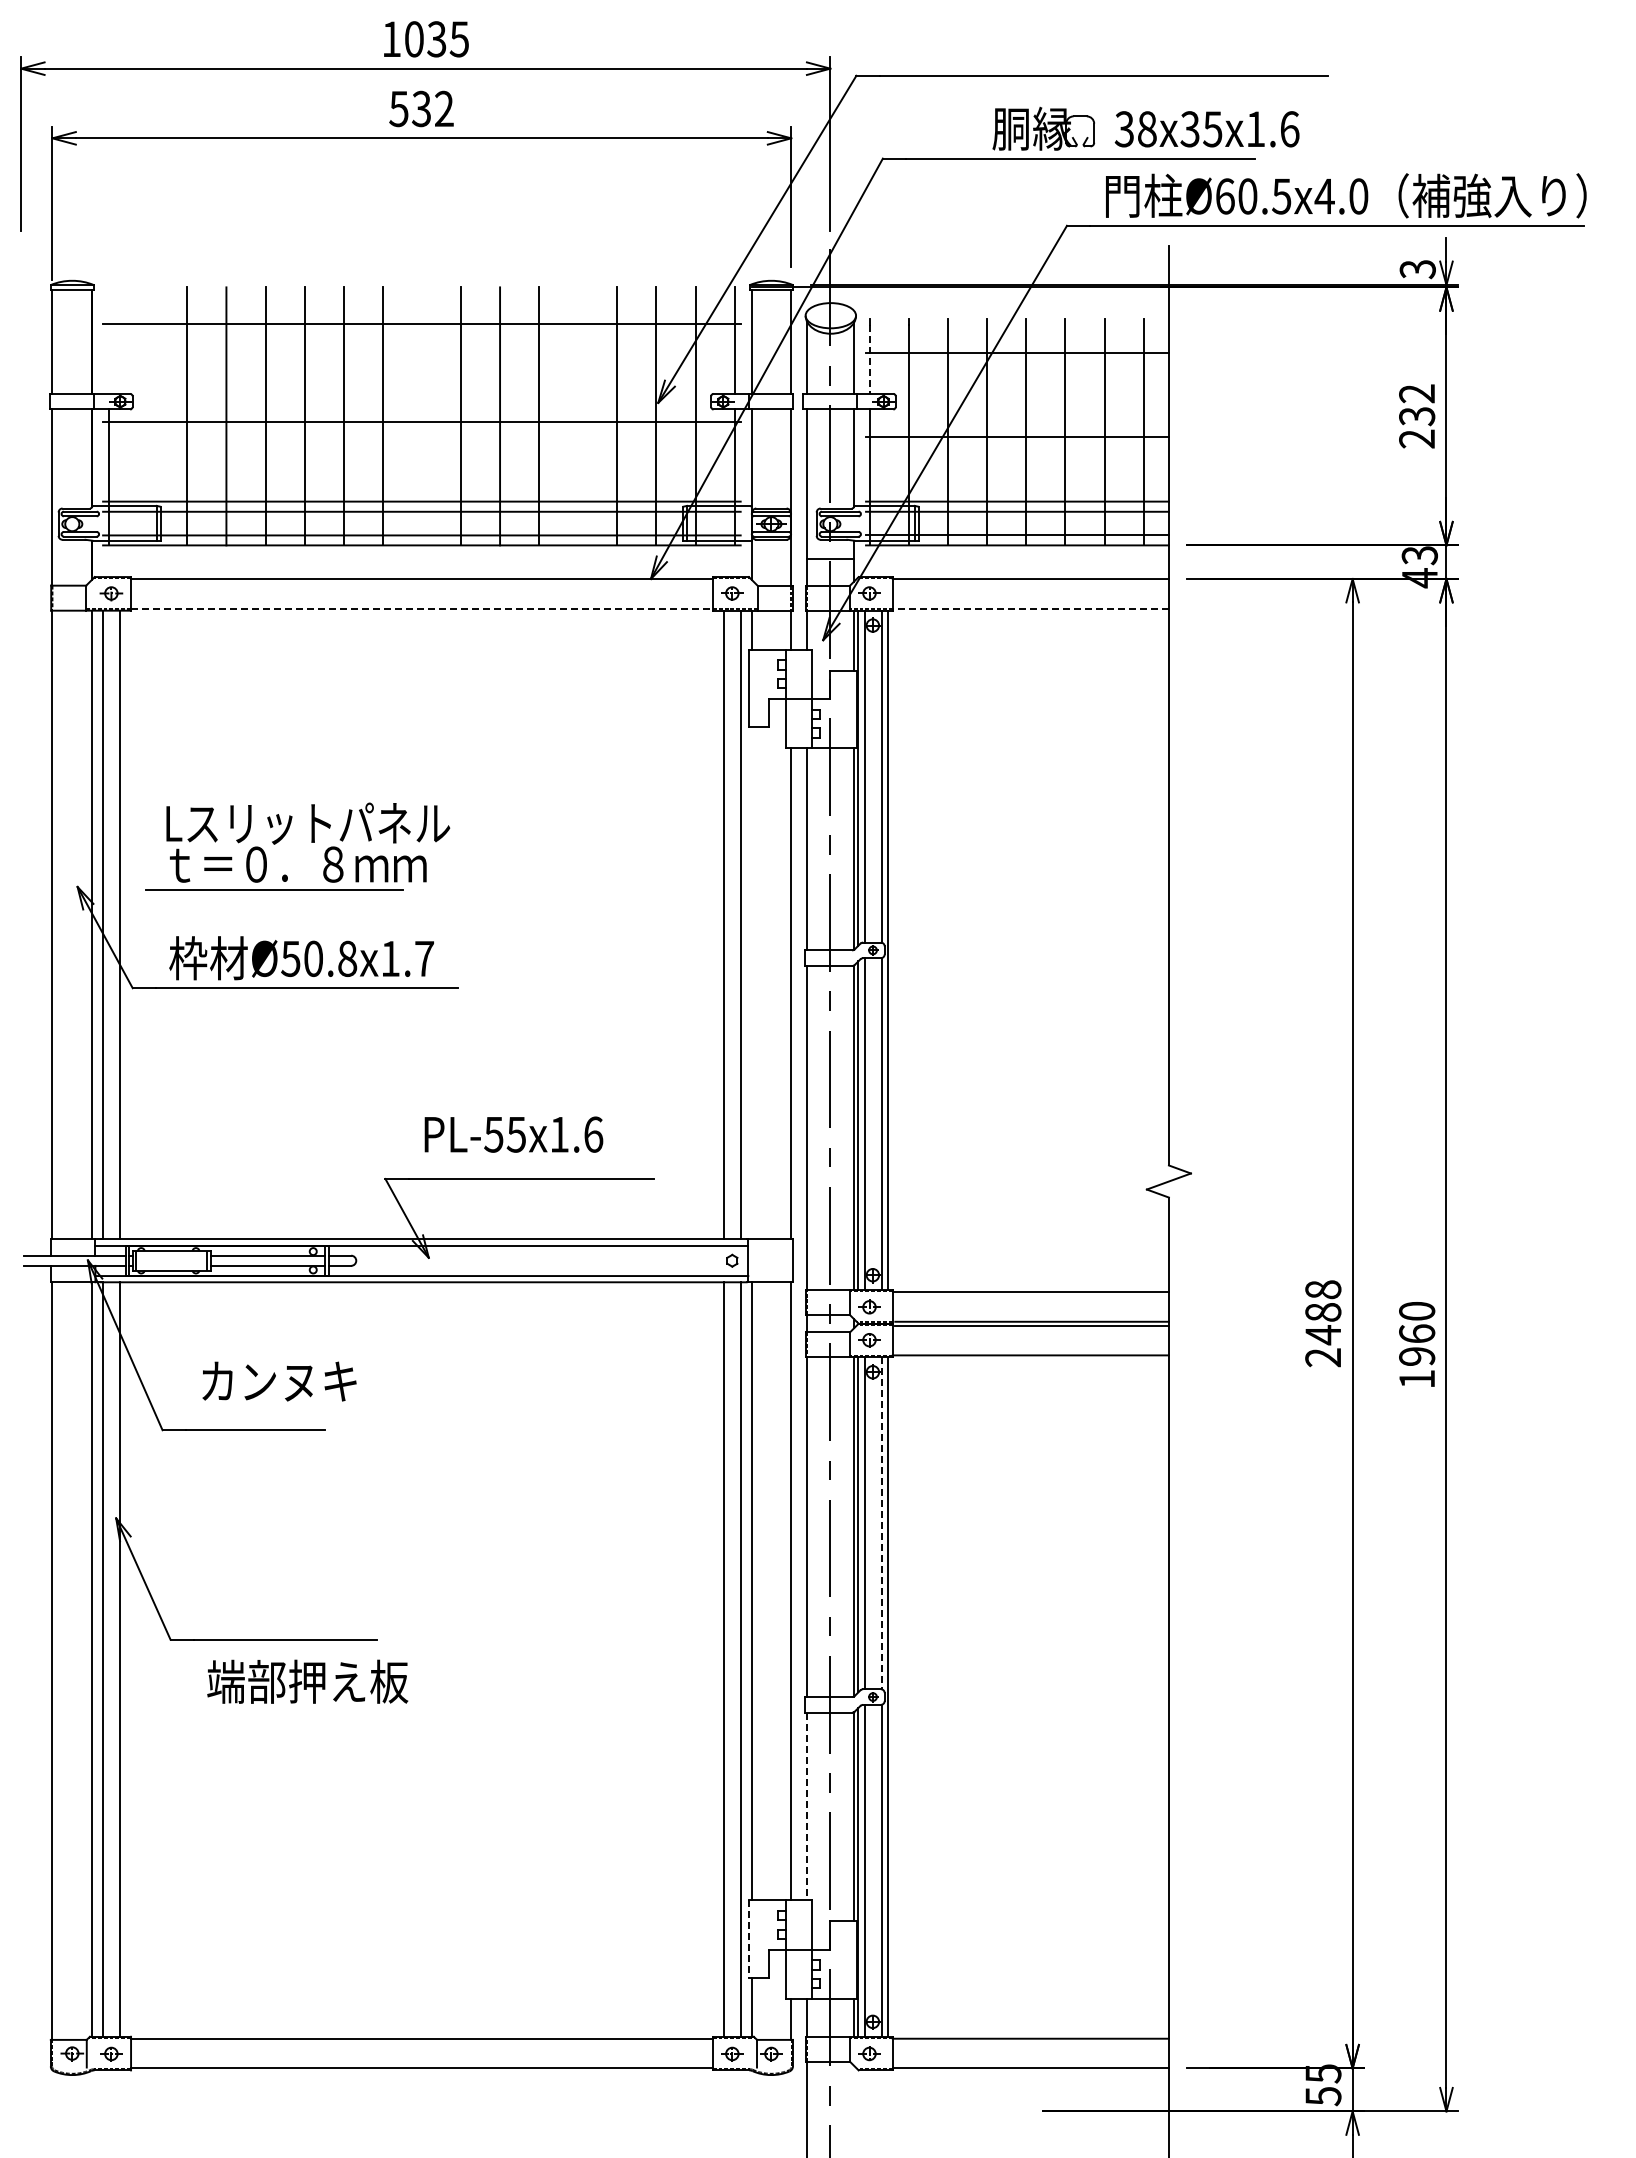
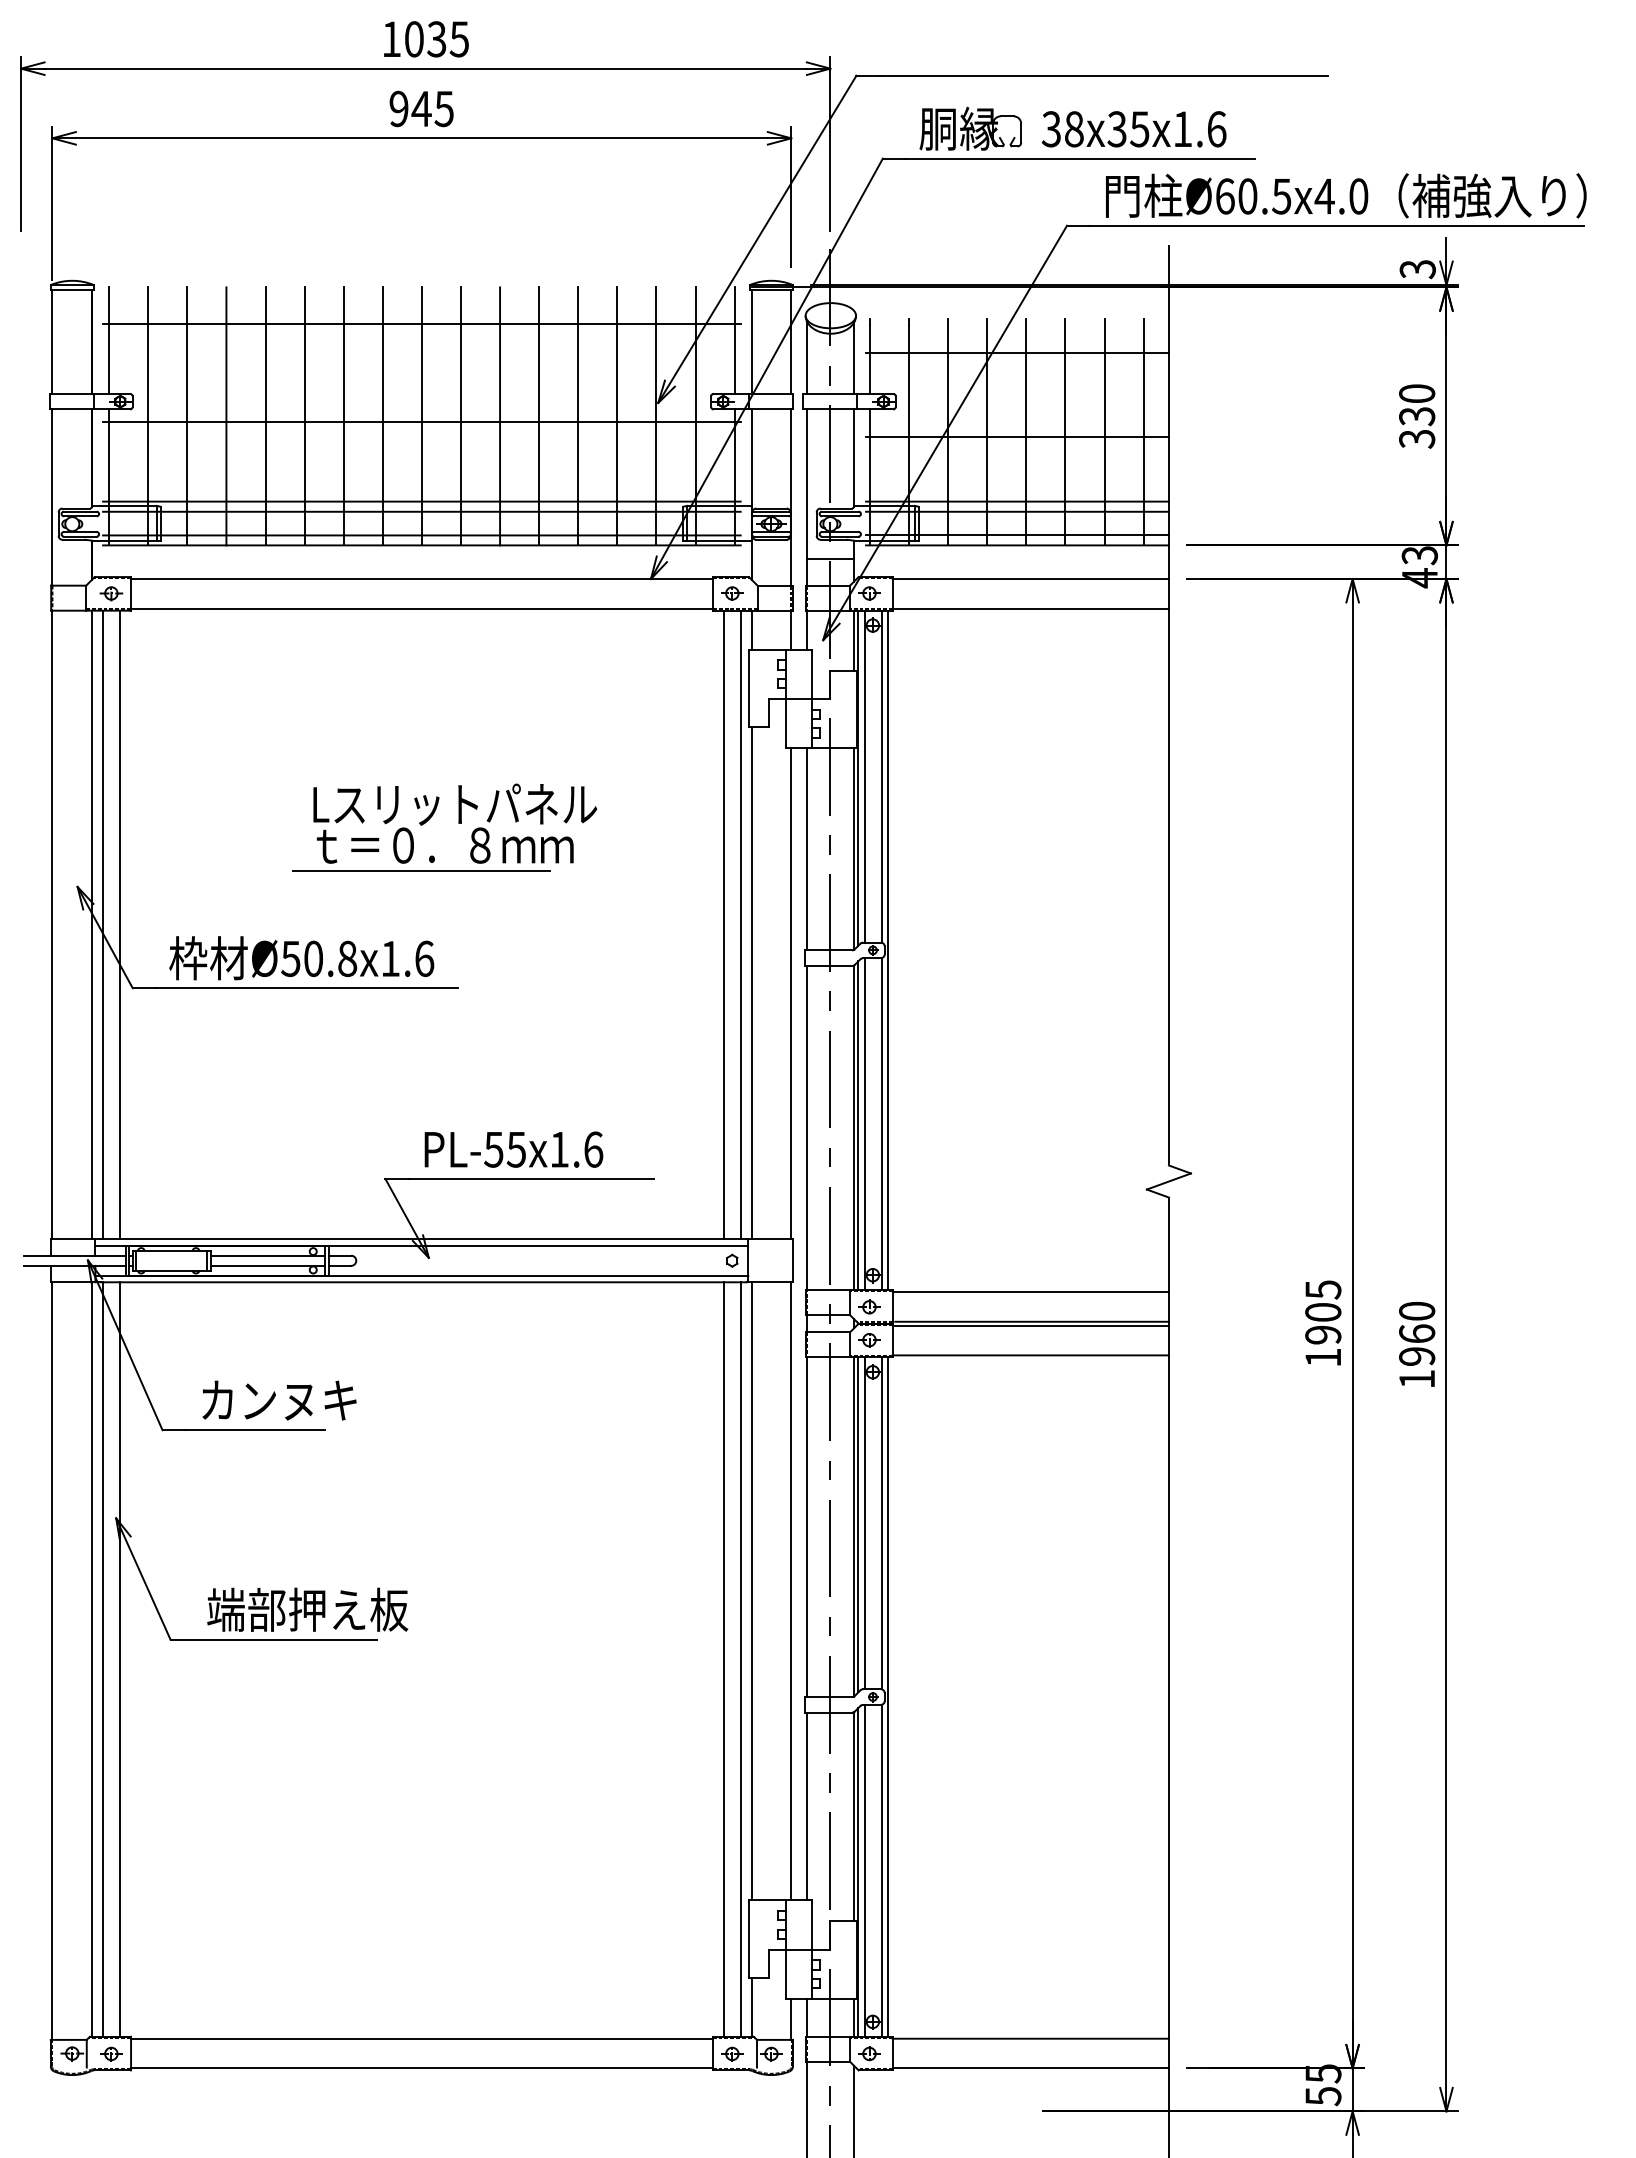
text at (421, 108): 532 -> 945
part at (1145, 128) position: (1145, 128) -> (1072, 128)
line at (109, 340): none -> present
line at (869, 360): dashed -> solid
line at (148, 416): none -> present
line at (421, 416): none -> present
line at (578, 416): none -> present
text at (1417, 416): 232 -> 330
line at (422, 608): dashed -> solid
line at (1030, 608): dashed -> solid
part at (311, 842) position: (311, 842) -> (458, 823)
text at (424, 958): Ø50.8x1.7 -> Ø50.8x1.6
line at (751, 983): none -> present
text at (513, 1134) position: (513, 1134) -> (513, 1149)
text at (1323, 1323): 2488 -> 1905
text at (279, 1381) position: (279, 1381) -> (279, 1400)
line at (881, 1523): dashed -> solid
text at (307, 1681) position: (307, 1681) -> (307, 1609)
line at (806, 1806): dashed -> solid
line at (749, 1939): dashed -> solid
line at (854, 2109): none -> present
